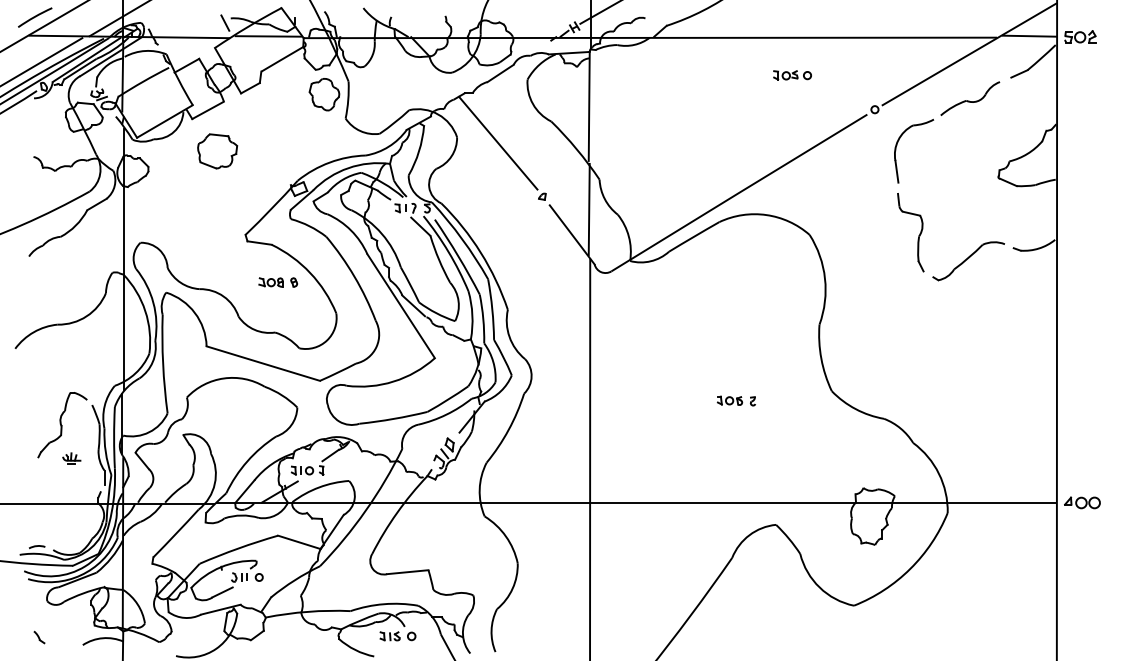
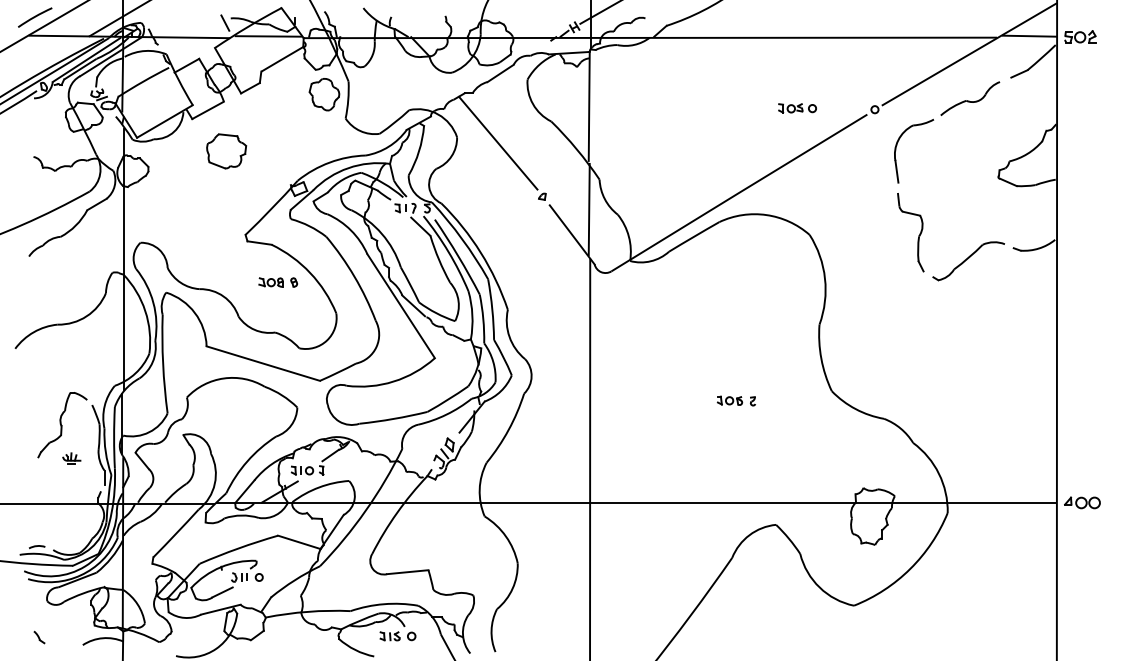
line at (42, 61): present -> none
part at (792, 75) position: (792, 75) -> (797, 108)
part at (217, 151) position: (217, 151) -> (226, 151)
